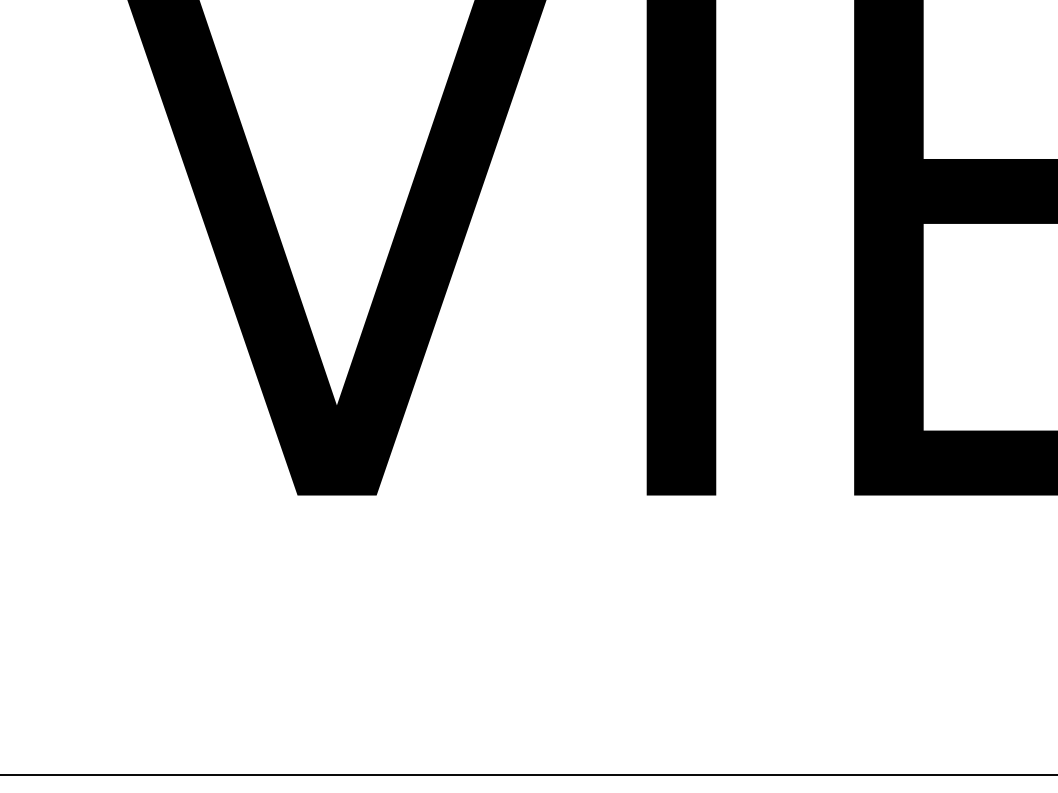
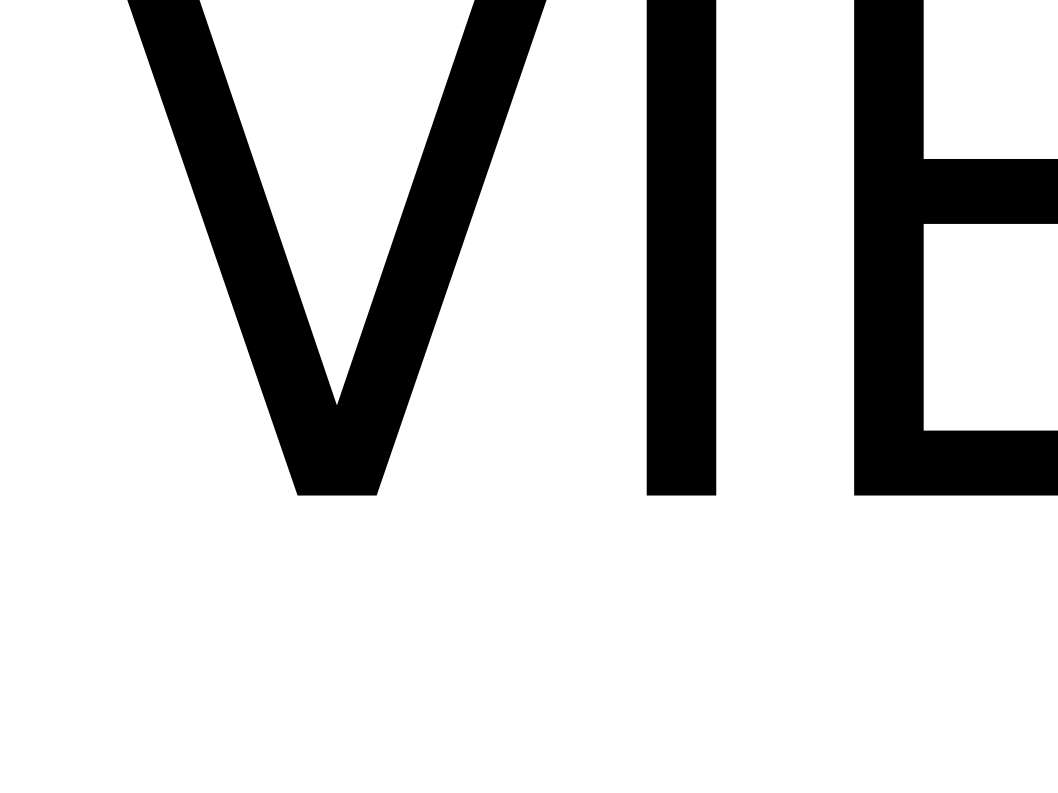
line at (528, 774): present -> none
